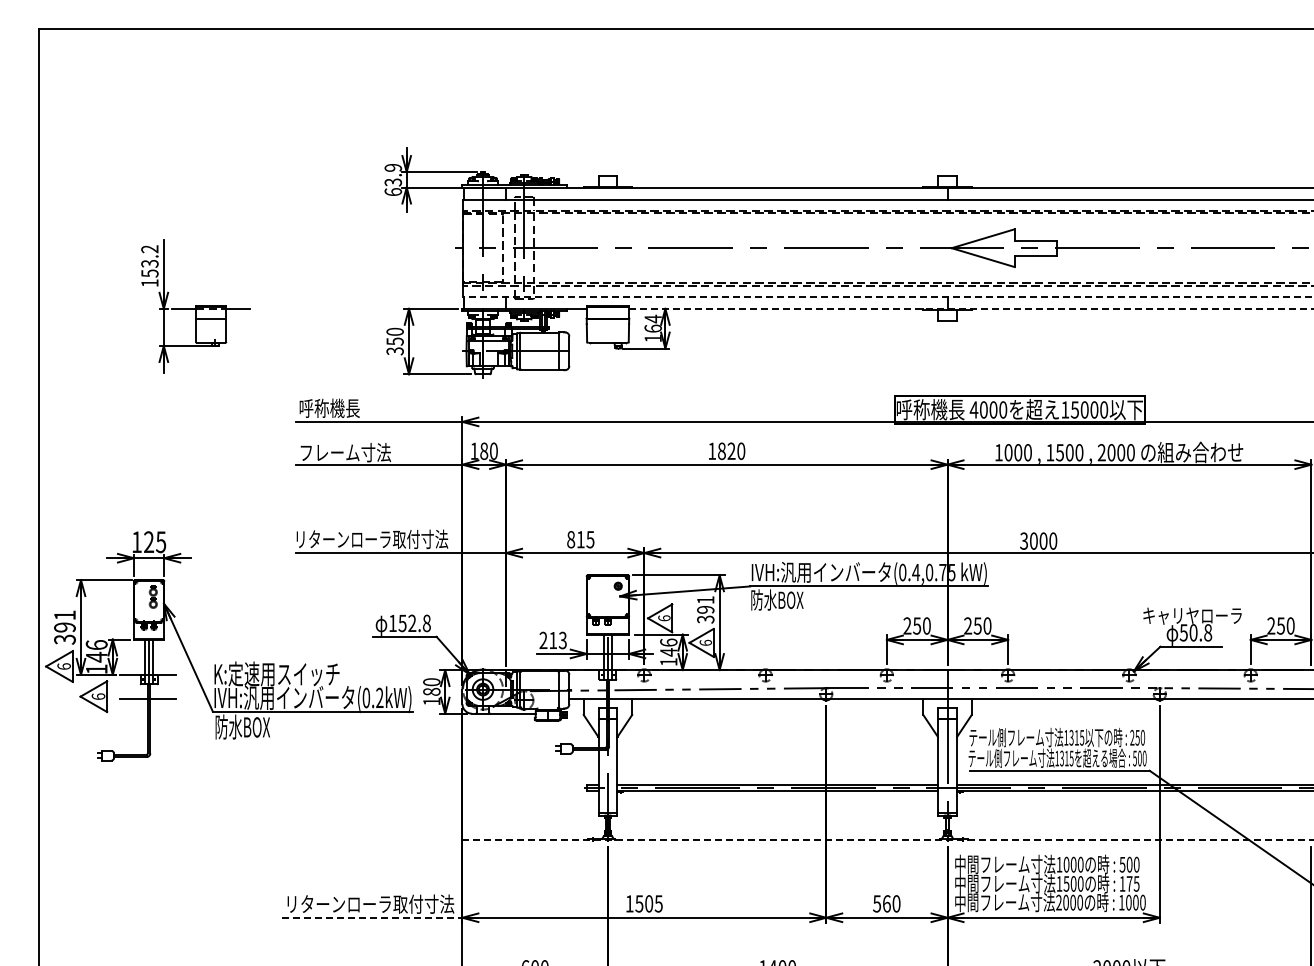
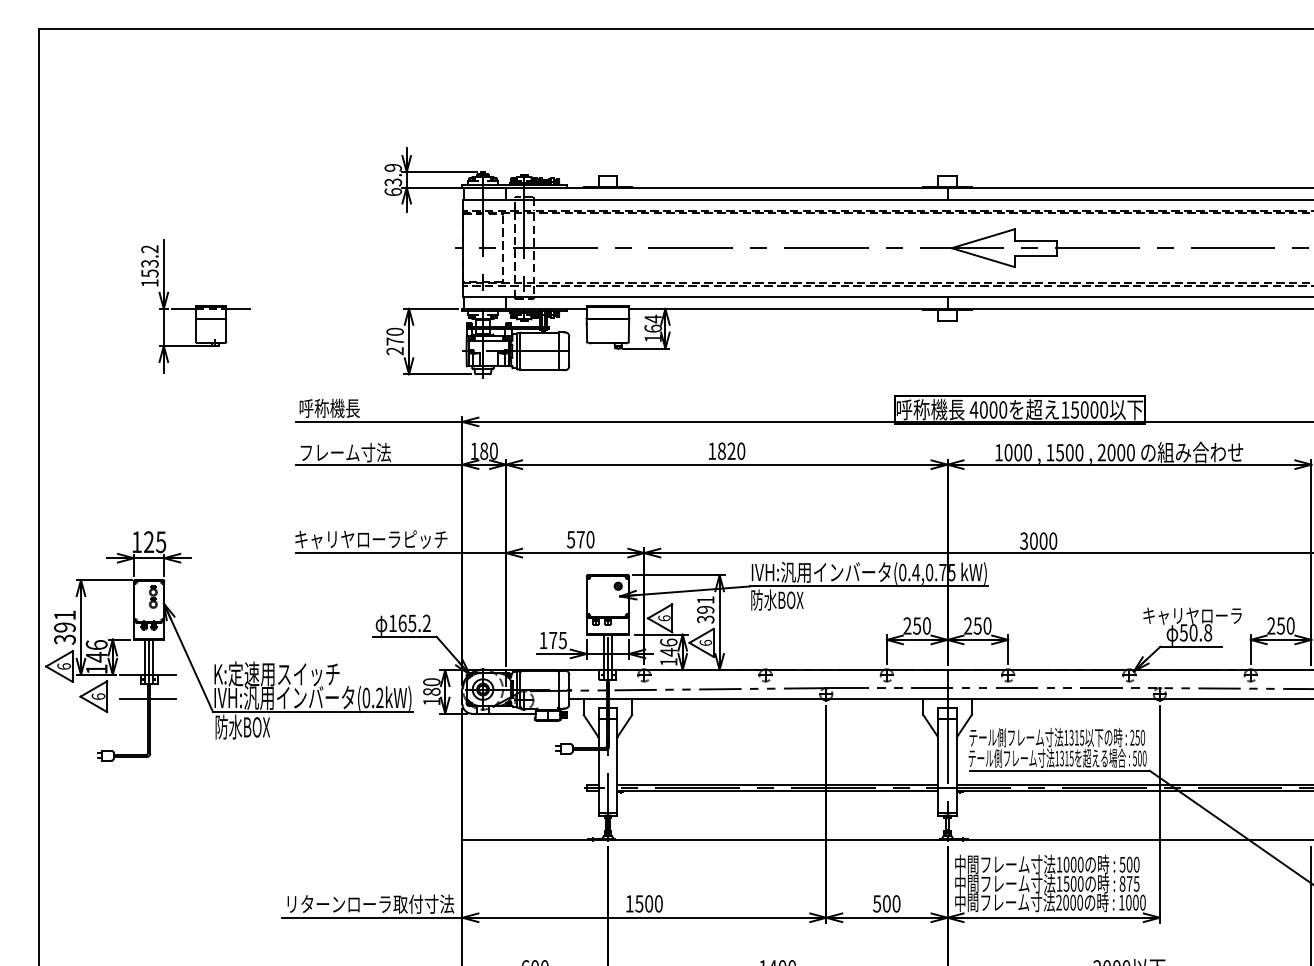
line at (887, 296): dashed -> solid
line at (971, 308): dashed -> solid
text at (394, 346): 350 -> 270
text at (371, 539): リターンローラ取付寸法 -> キャリヤローラピッチ
text at (580, 539): 815 -> 570
text at (414, 623): 152.8 -> 165.2
text at (552, 639): 213 -> 175
line at (888, 839): dashed -> solid
text at (1122, 883): 175 -> 875
text at (658, 903): 1505 -> 1500
text at (886, 903): 560 -> 500
line at (372, 917): dashed -> solid
